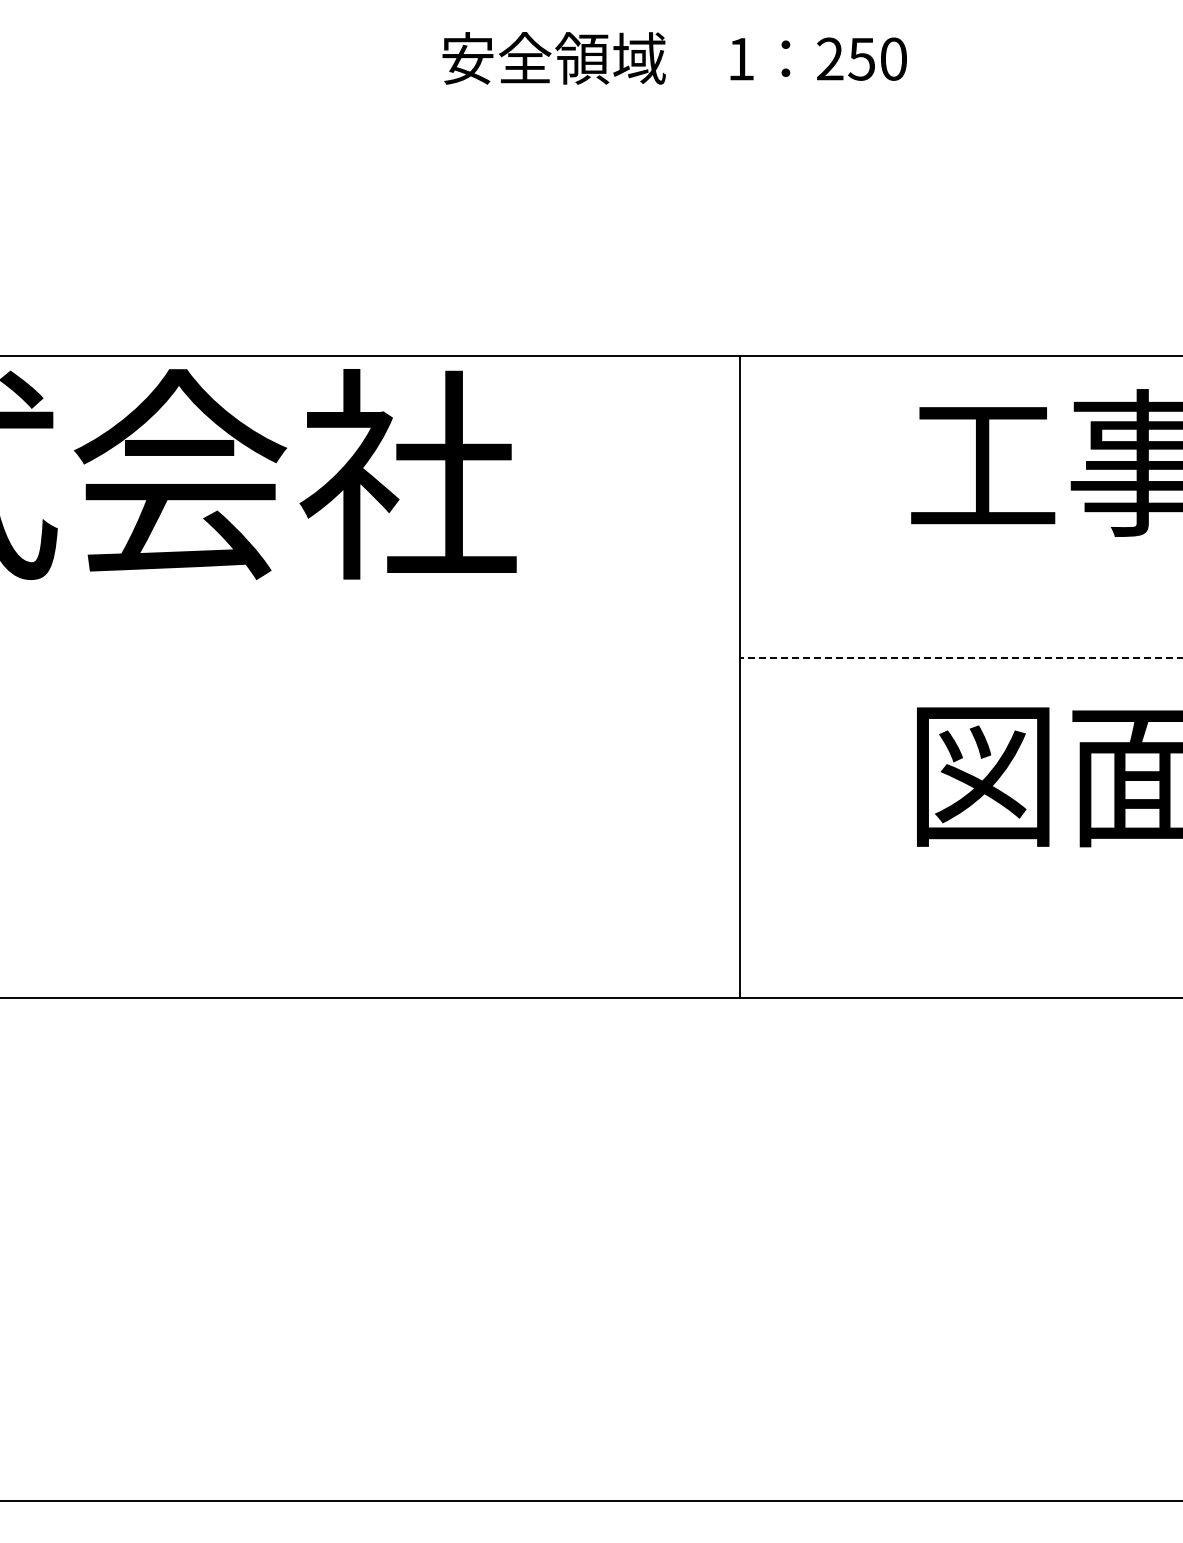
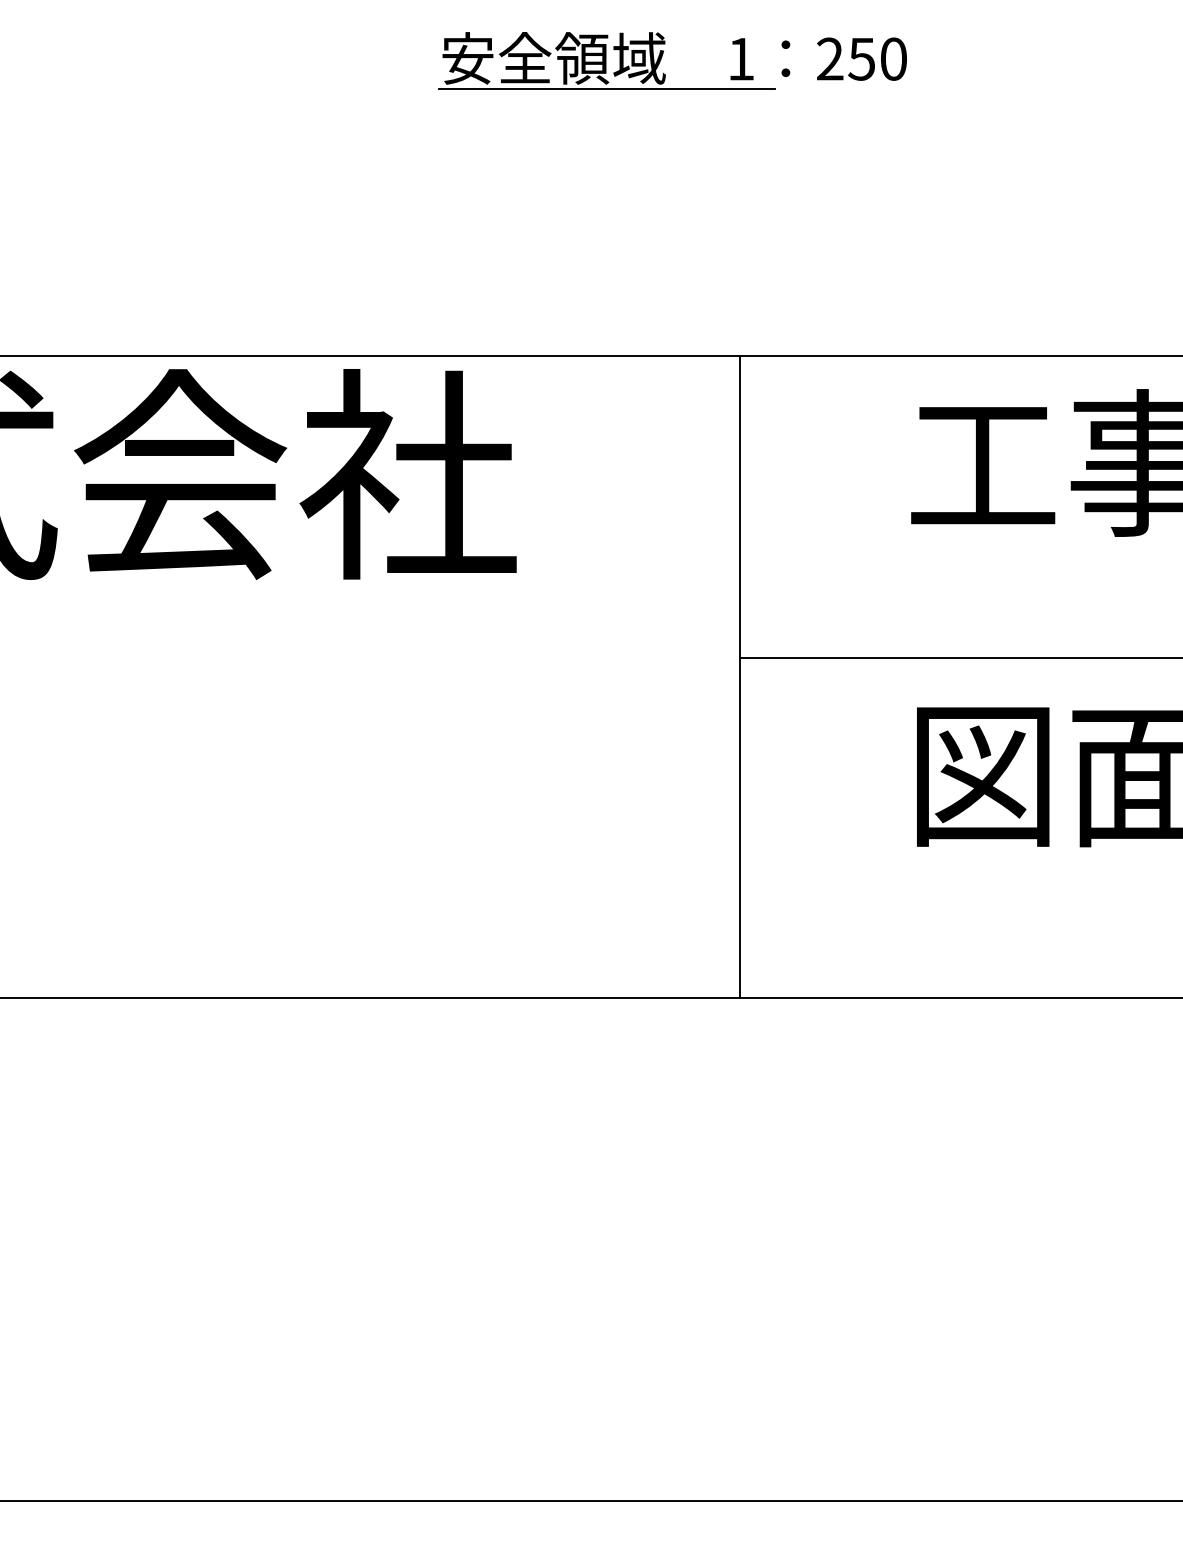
line at (606, 88): none -> present
line at (961, 658): dashed -> solid
